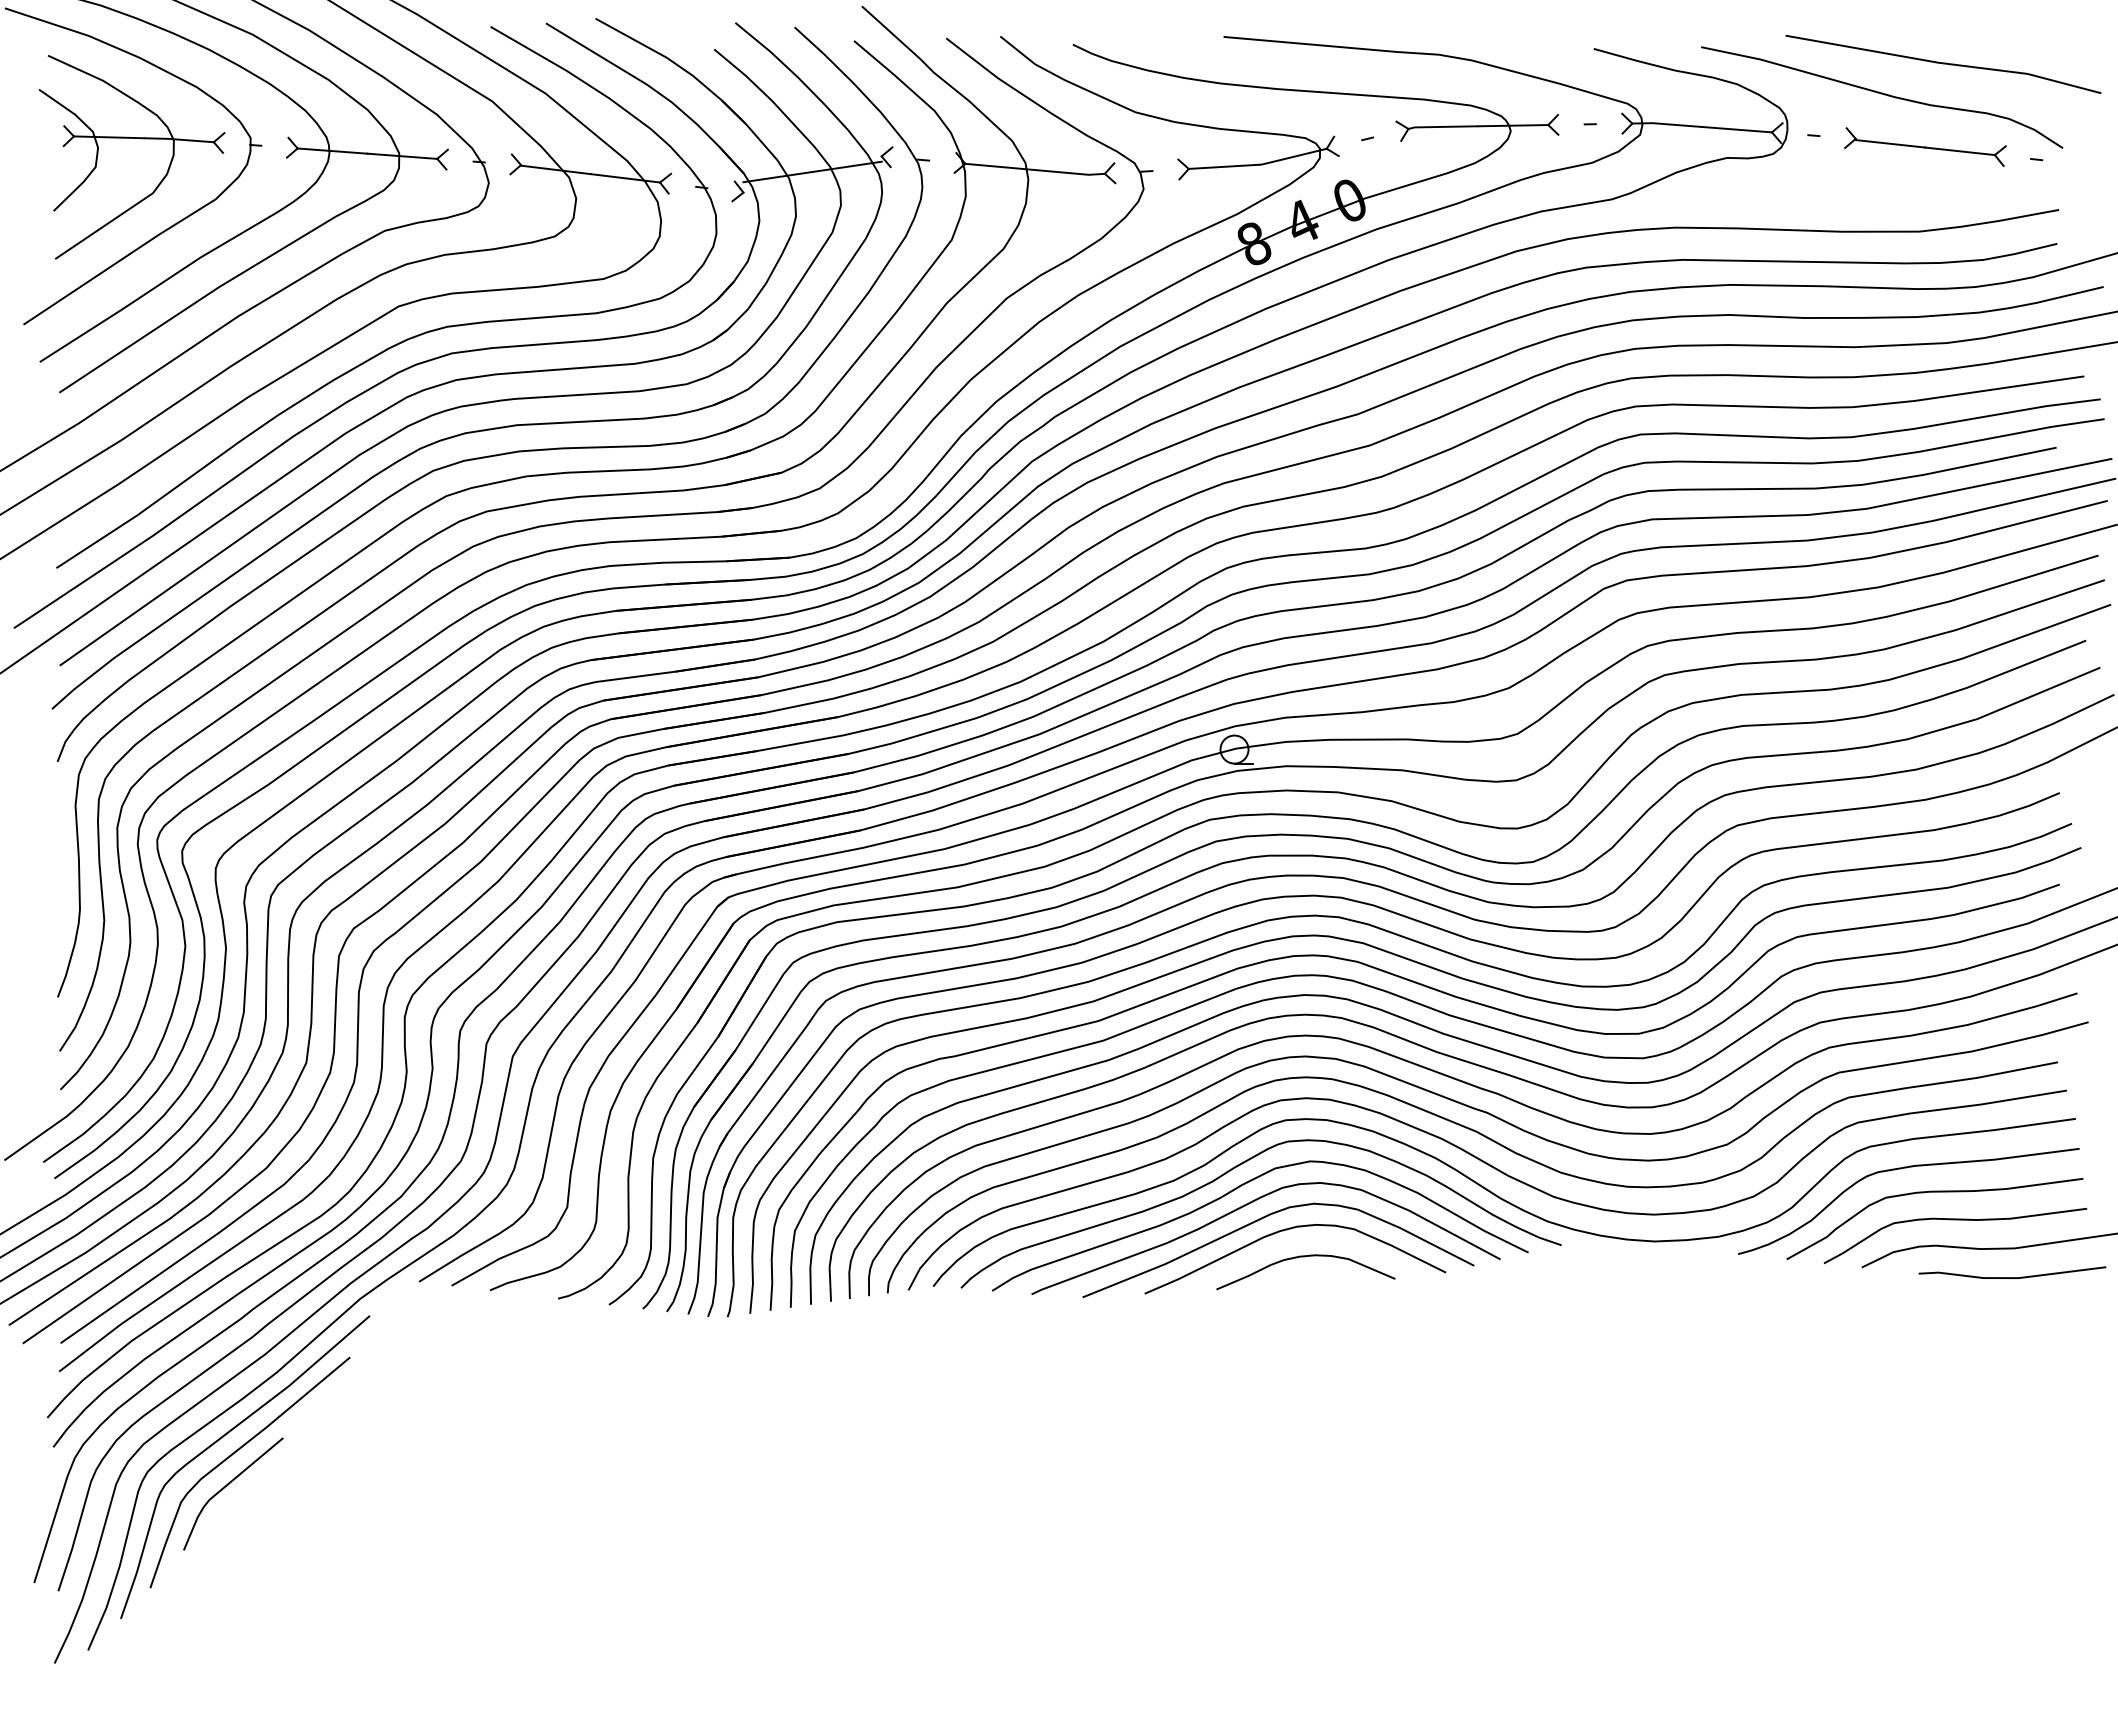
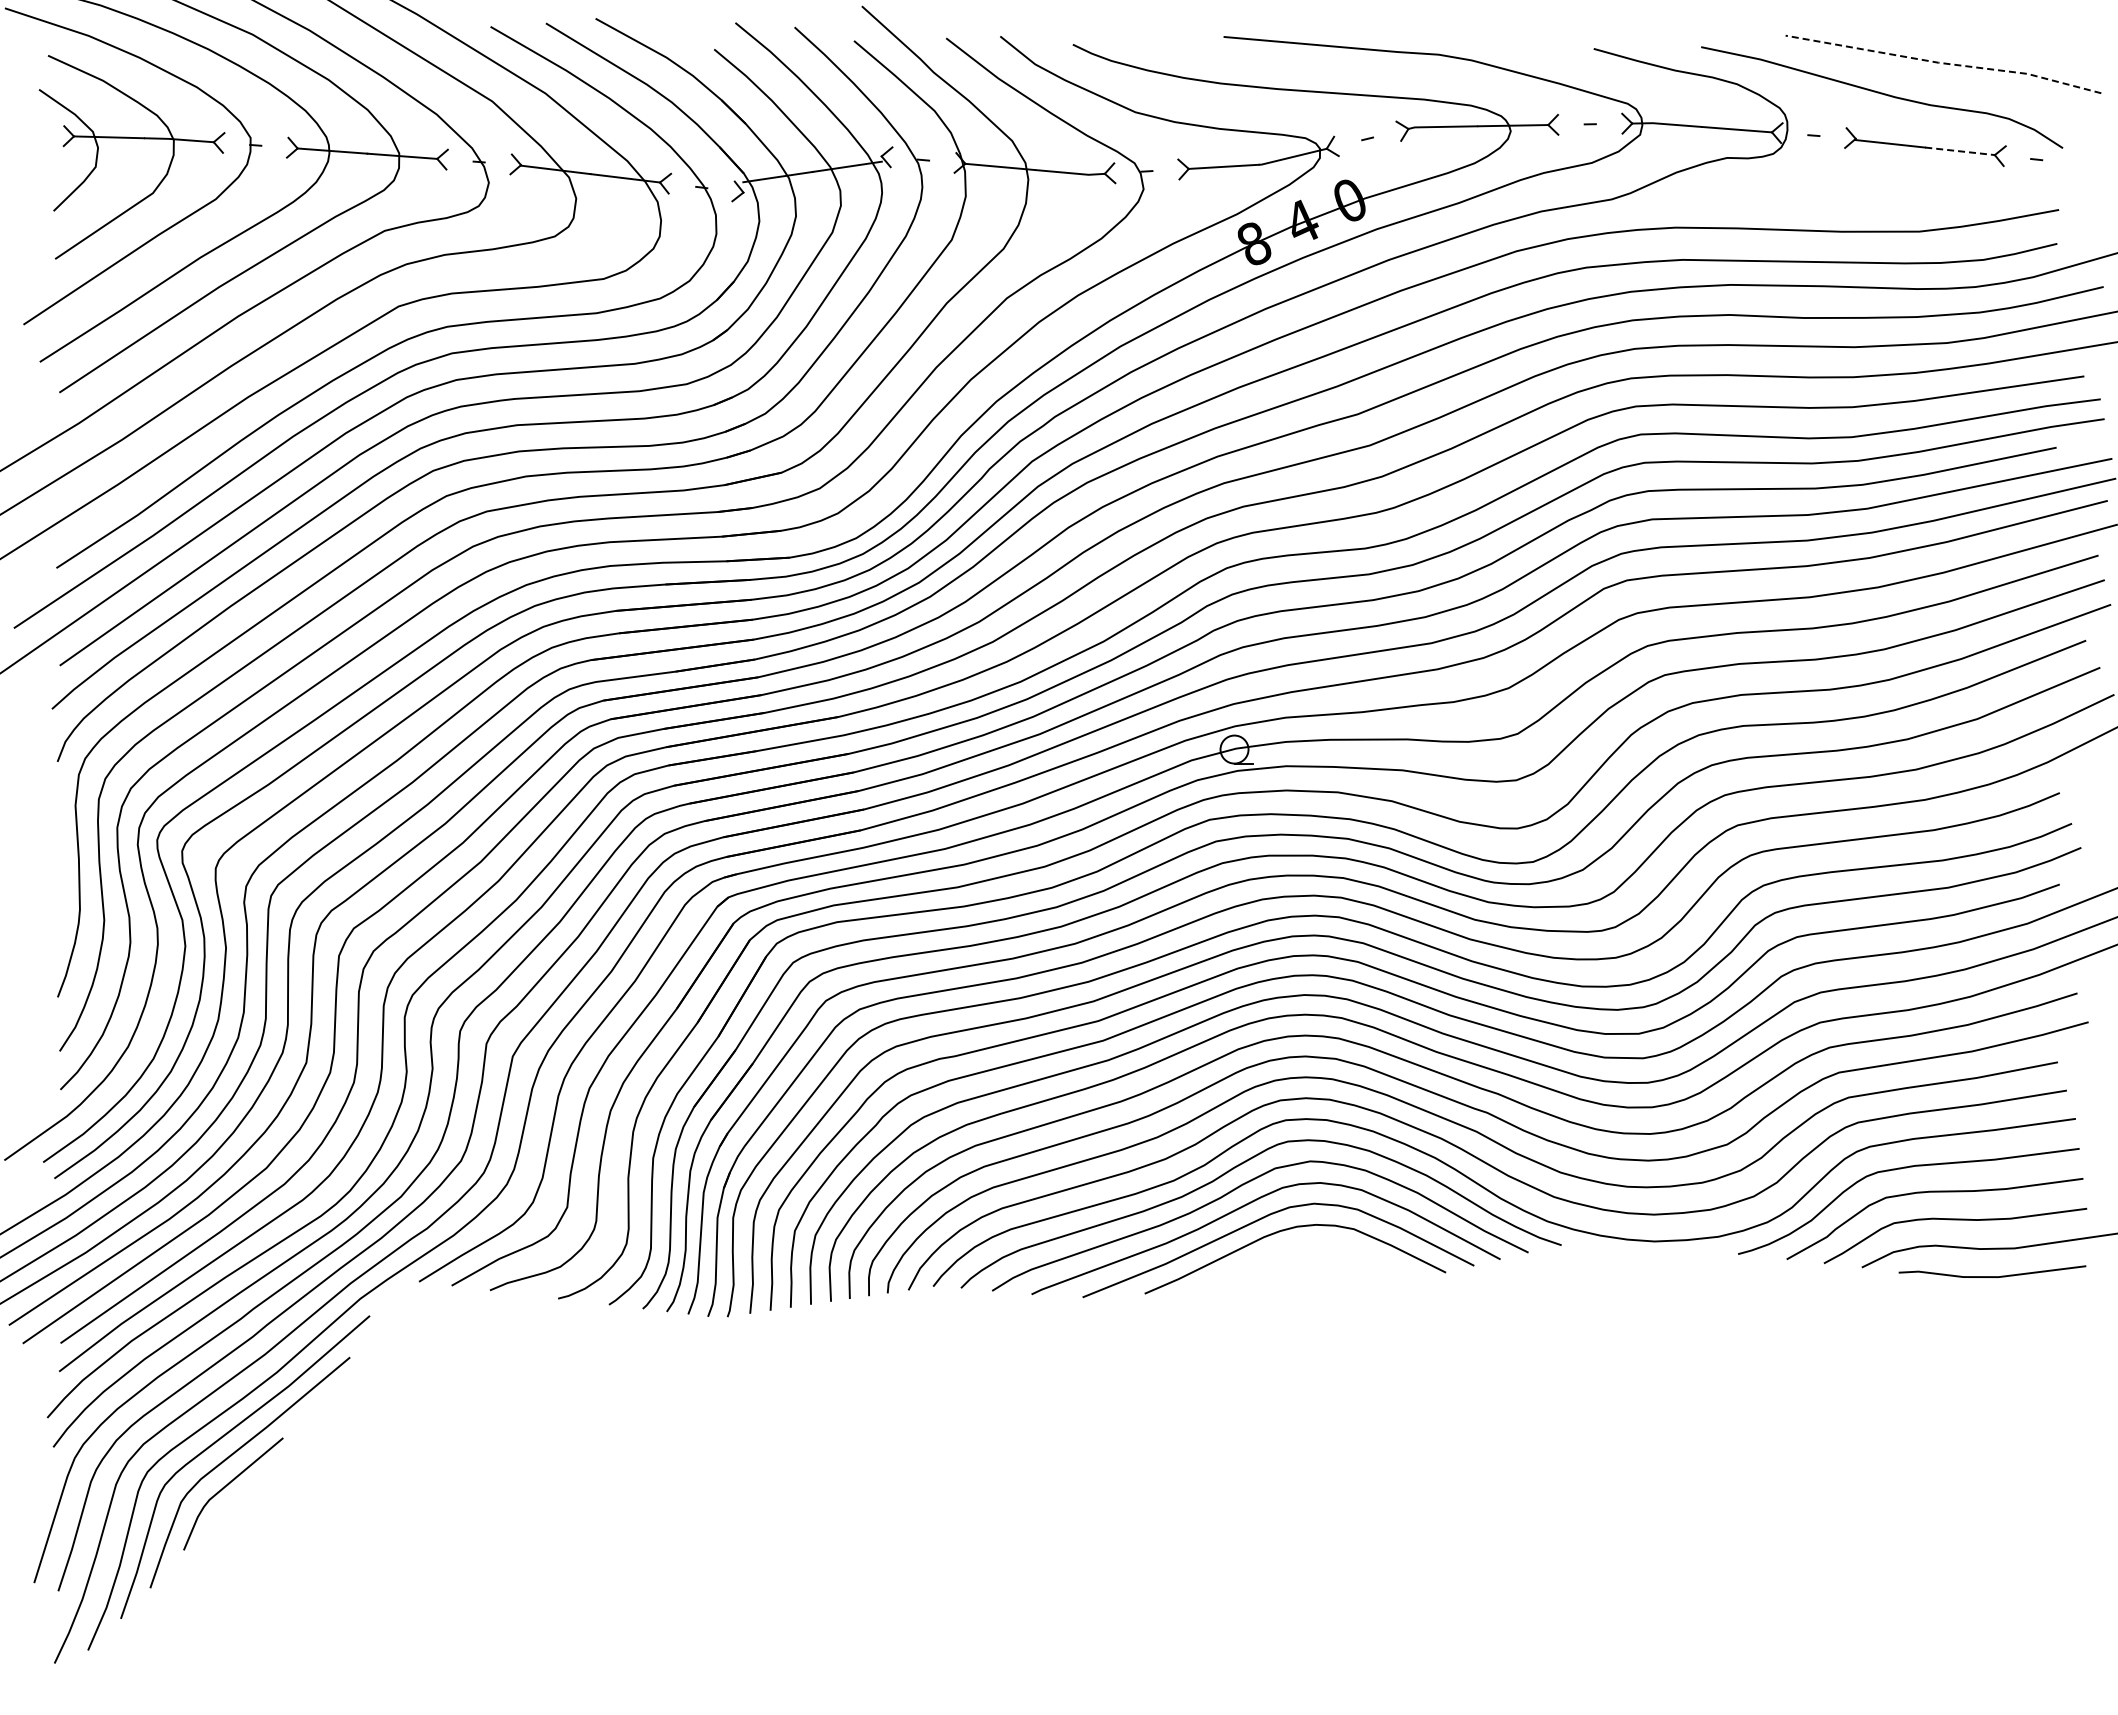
line at (1943, 63): solid -> dashed
line at (1960, 151): solid -> dashed
curve at (1305, 1257): present -> none
line at (2012, 1277) position: (2012, 1277) -> (1992, 1276)
